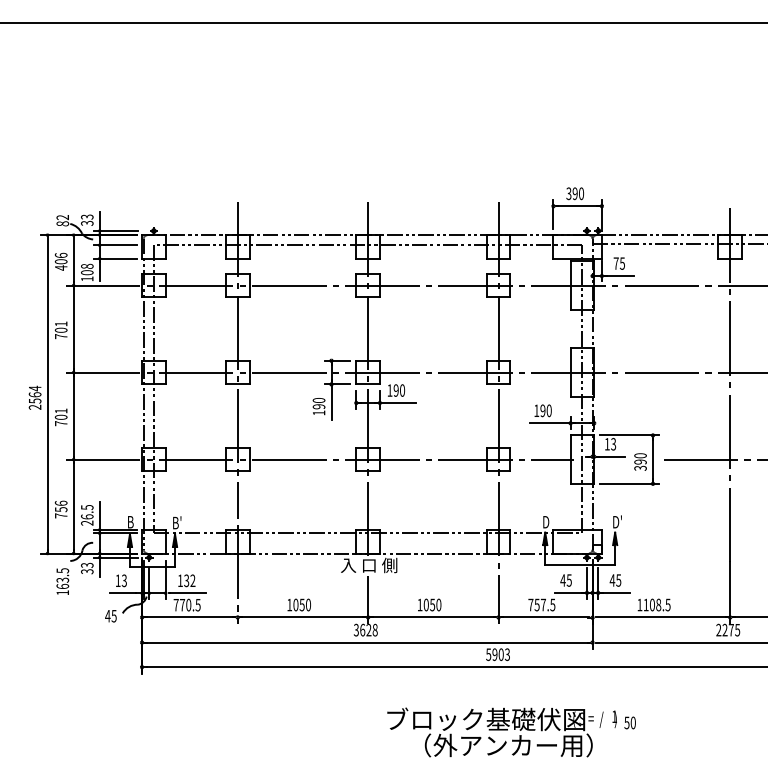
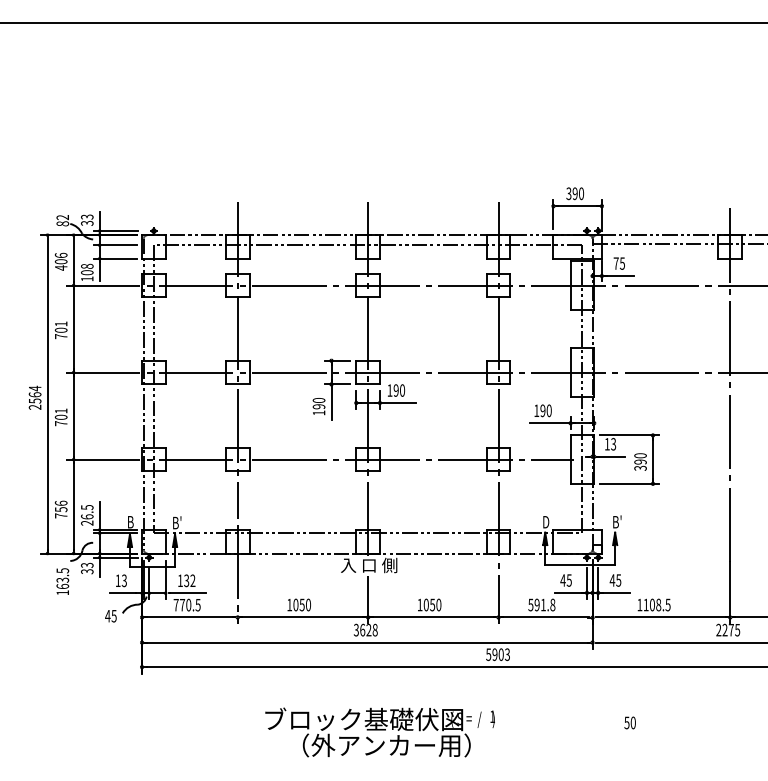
line at (713, 459): present -> none
text at (617, 521): D' -> B'
text at (541, 604): 757.5 -> 591.8
text at (501, 732) position: (501, 732) -> (379, 732)
